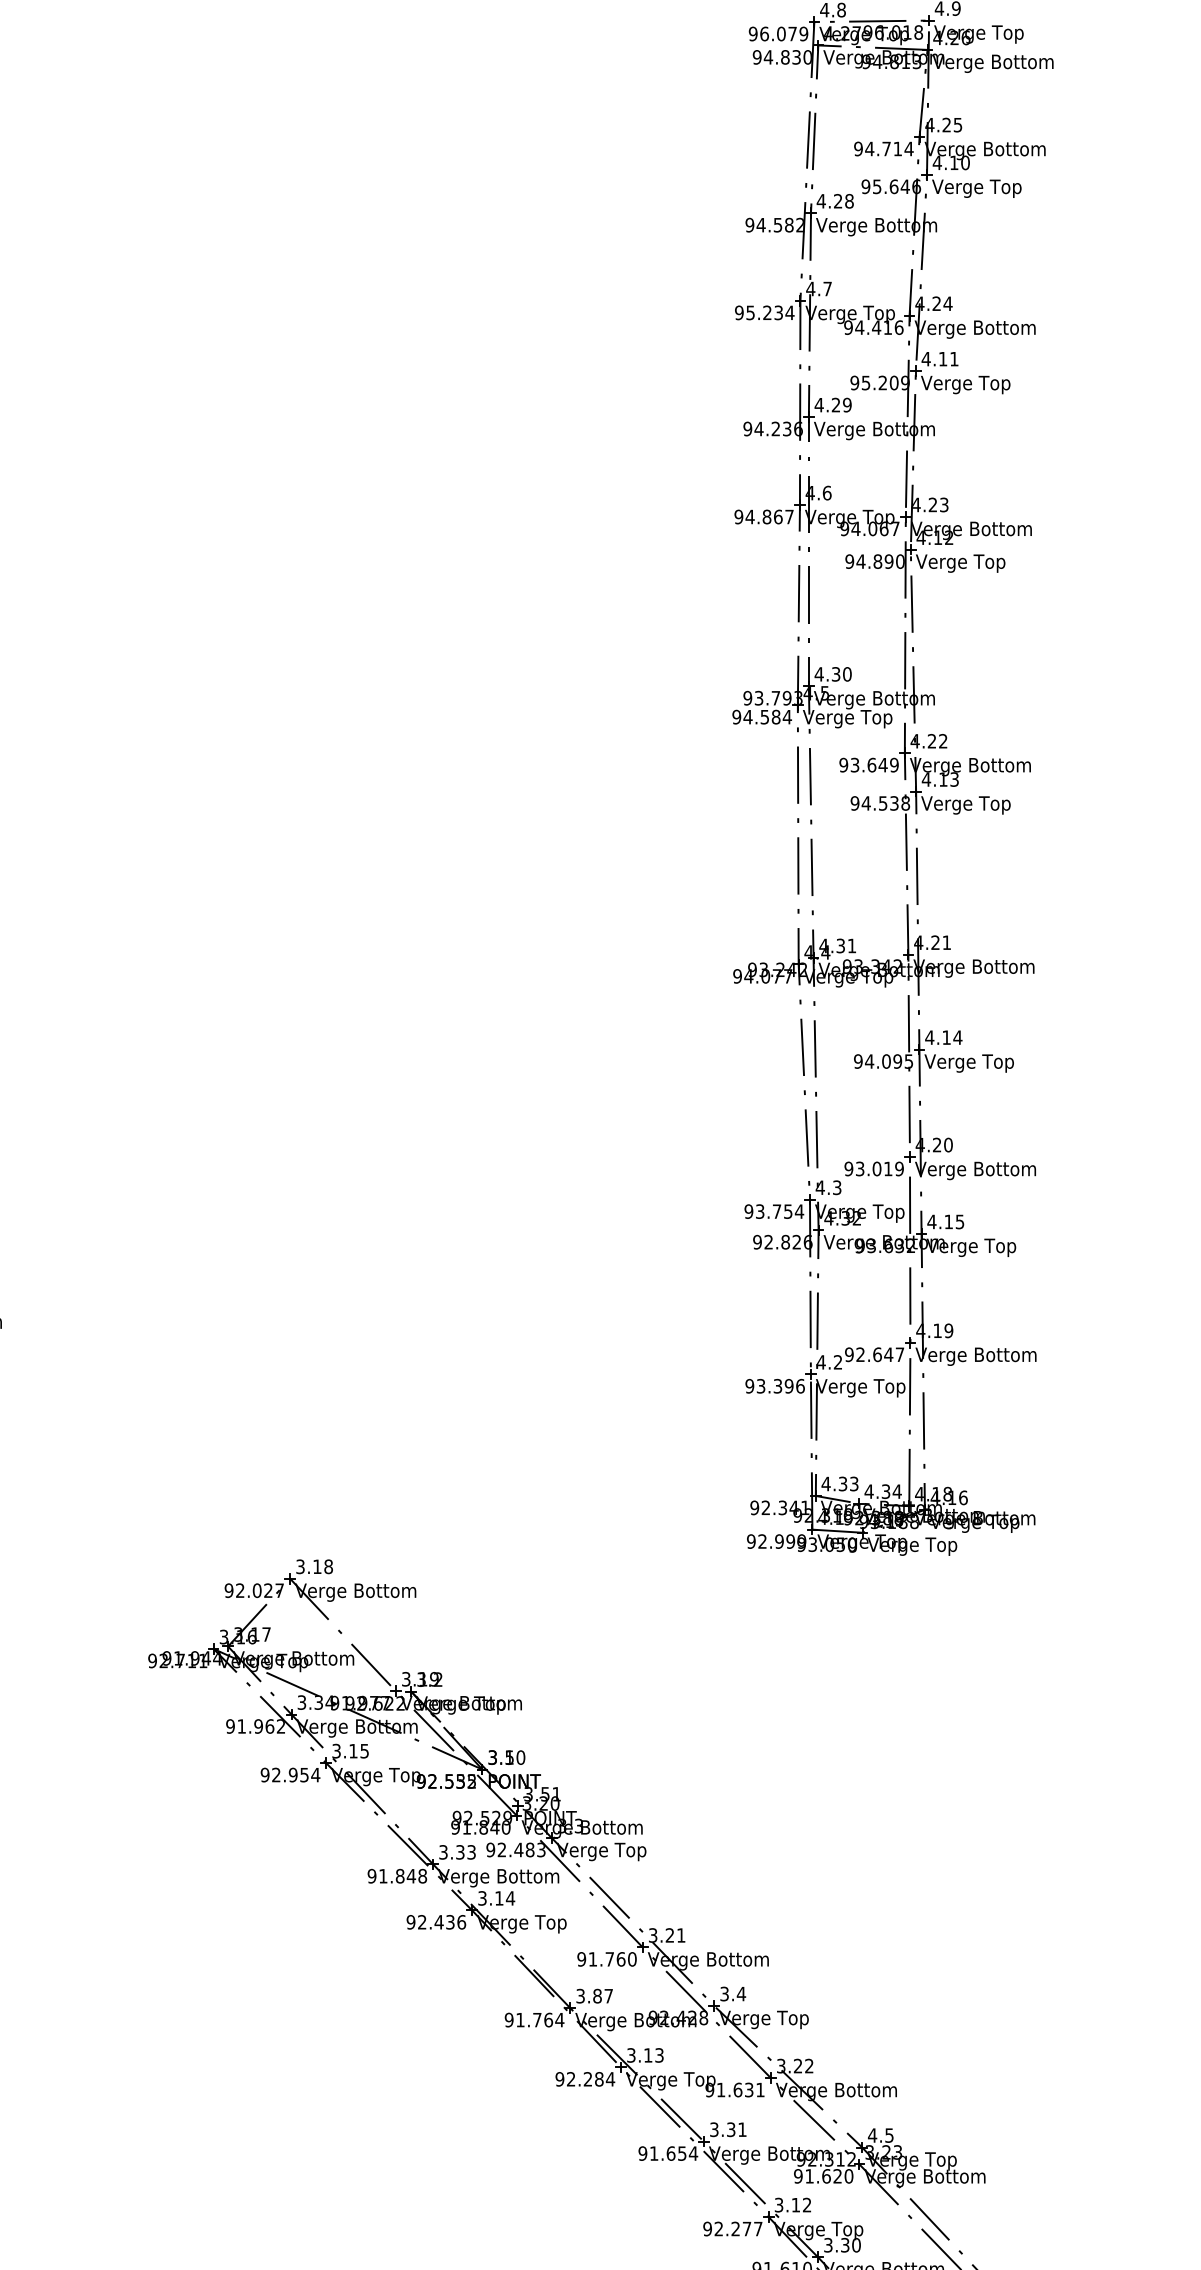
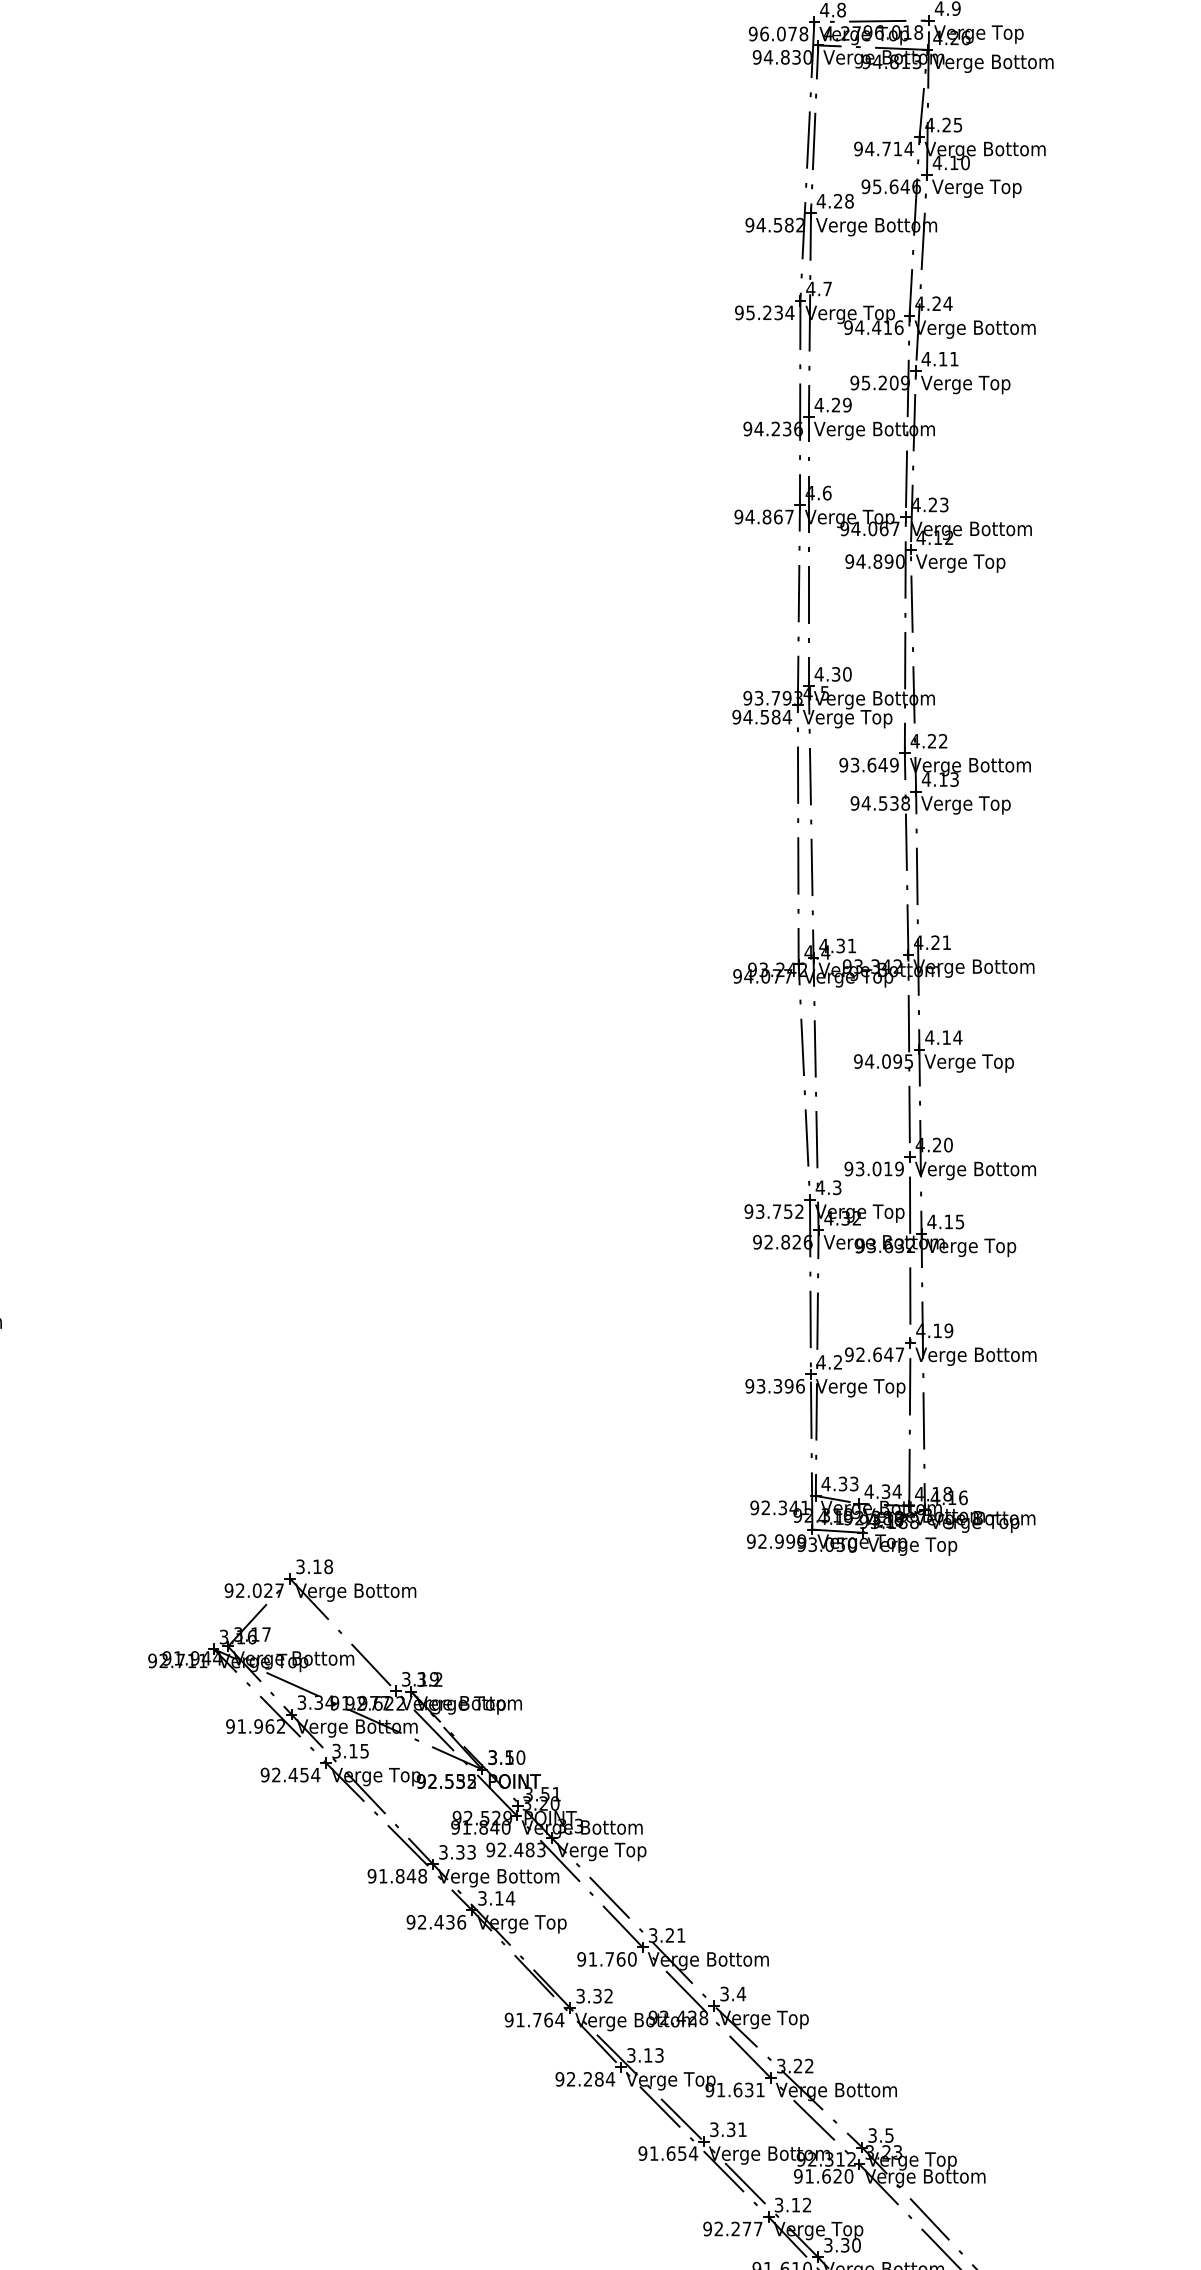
text at (803, 33): 96.079 -> 96.078
text at (799, 1211): 93.754 -> 93.752
text at (292, 1774): 92.954 -> 92.454
text at (602, 1995): 3.87 -> 3.32
text at (872, 2135): 4.5 -> 3.5
